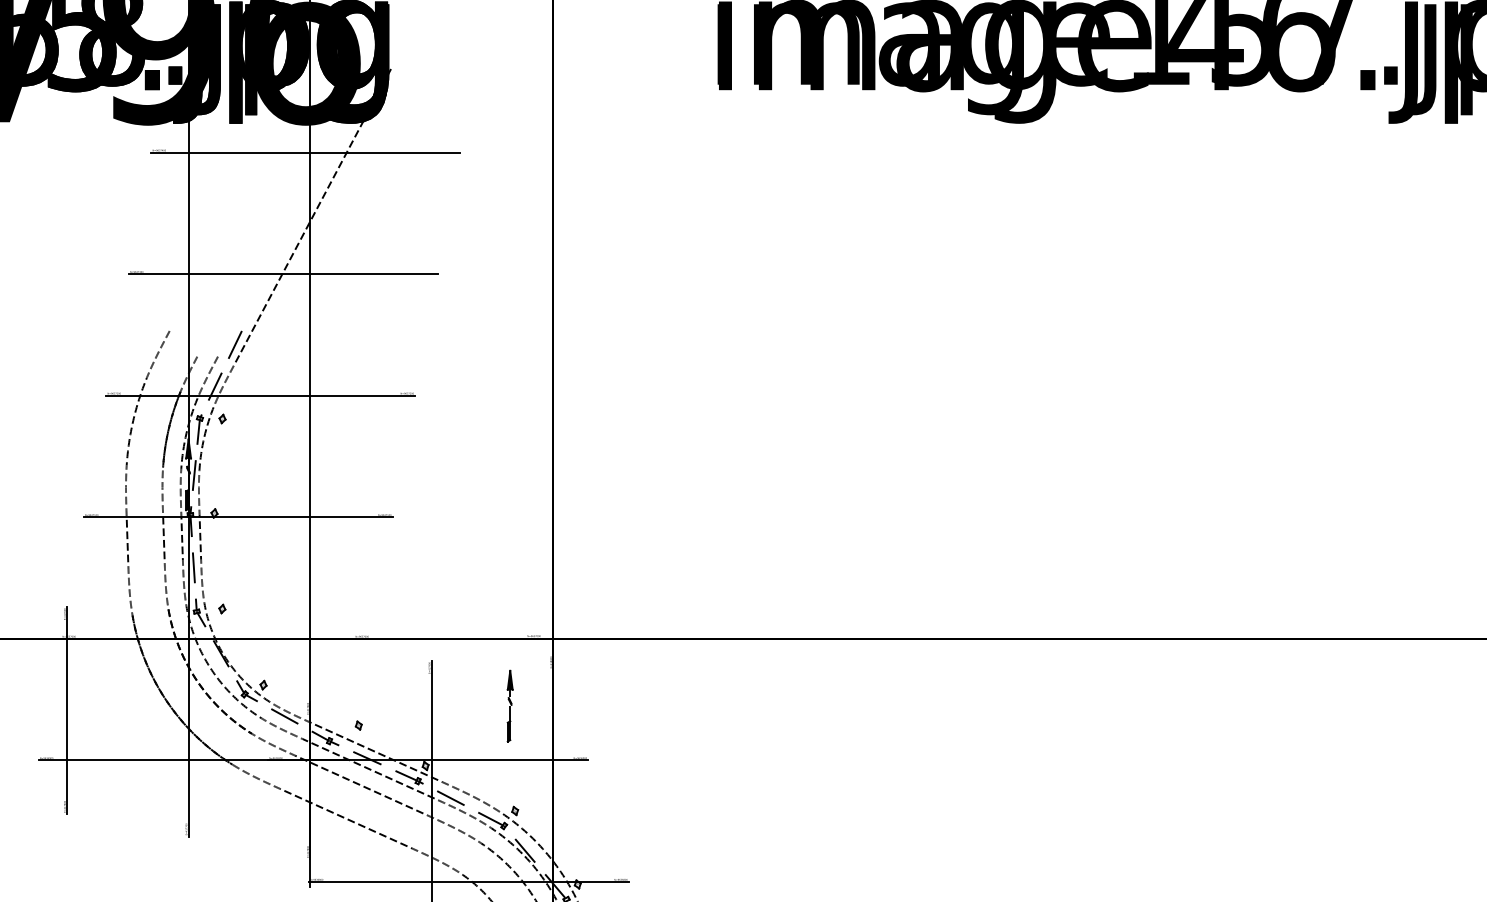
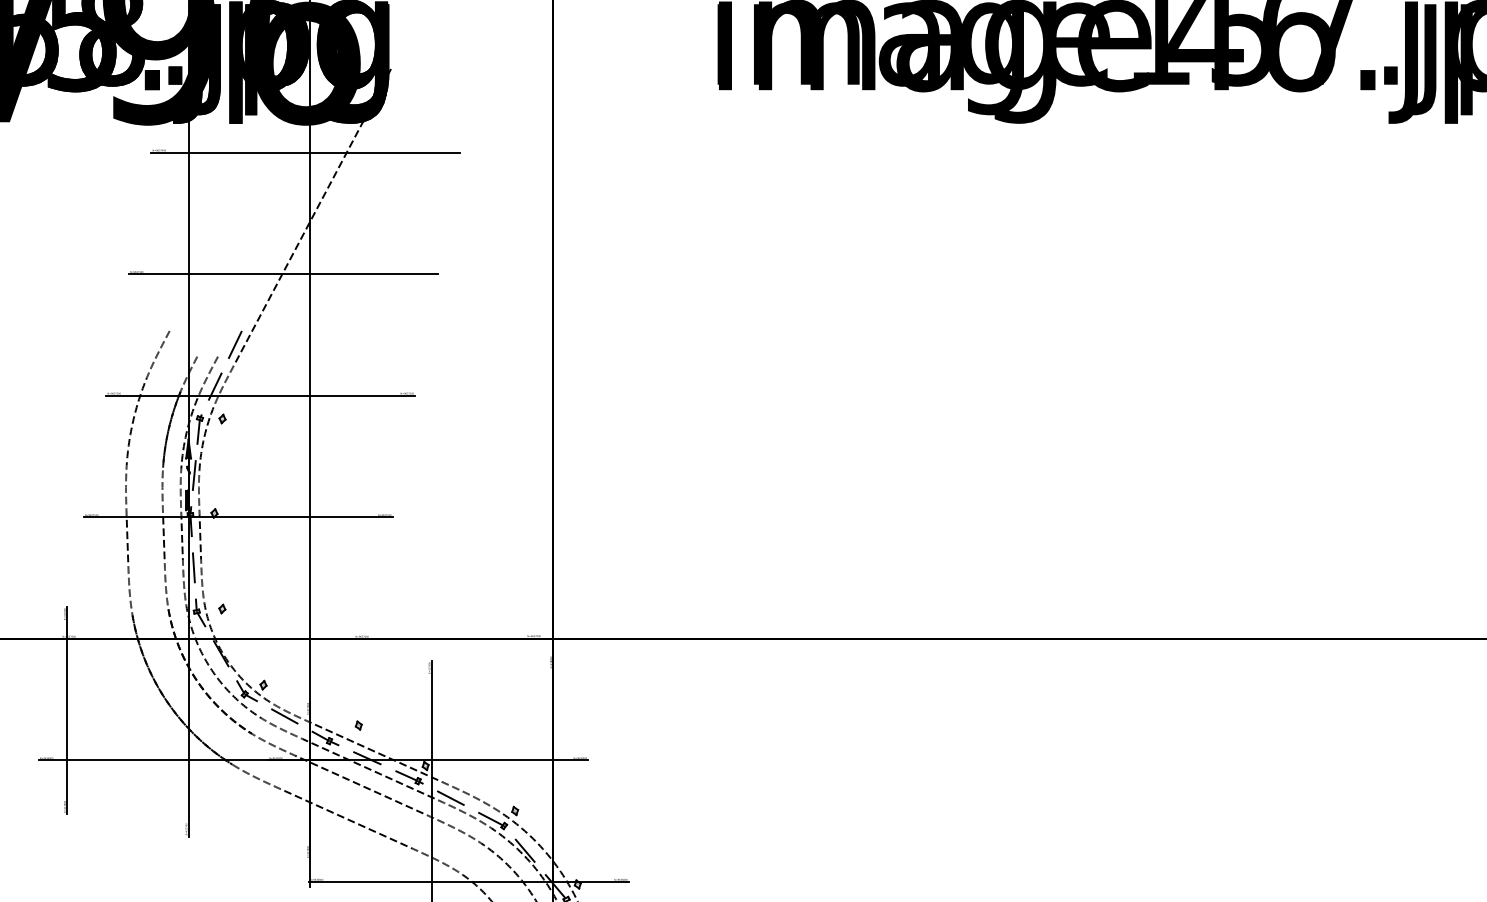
part at (509, 705): present -> none
